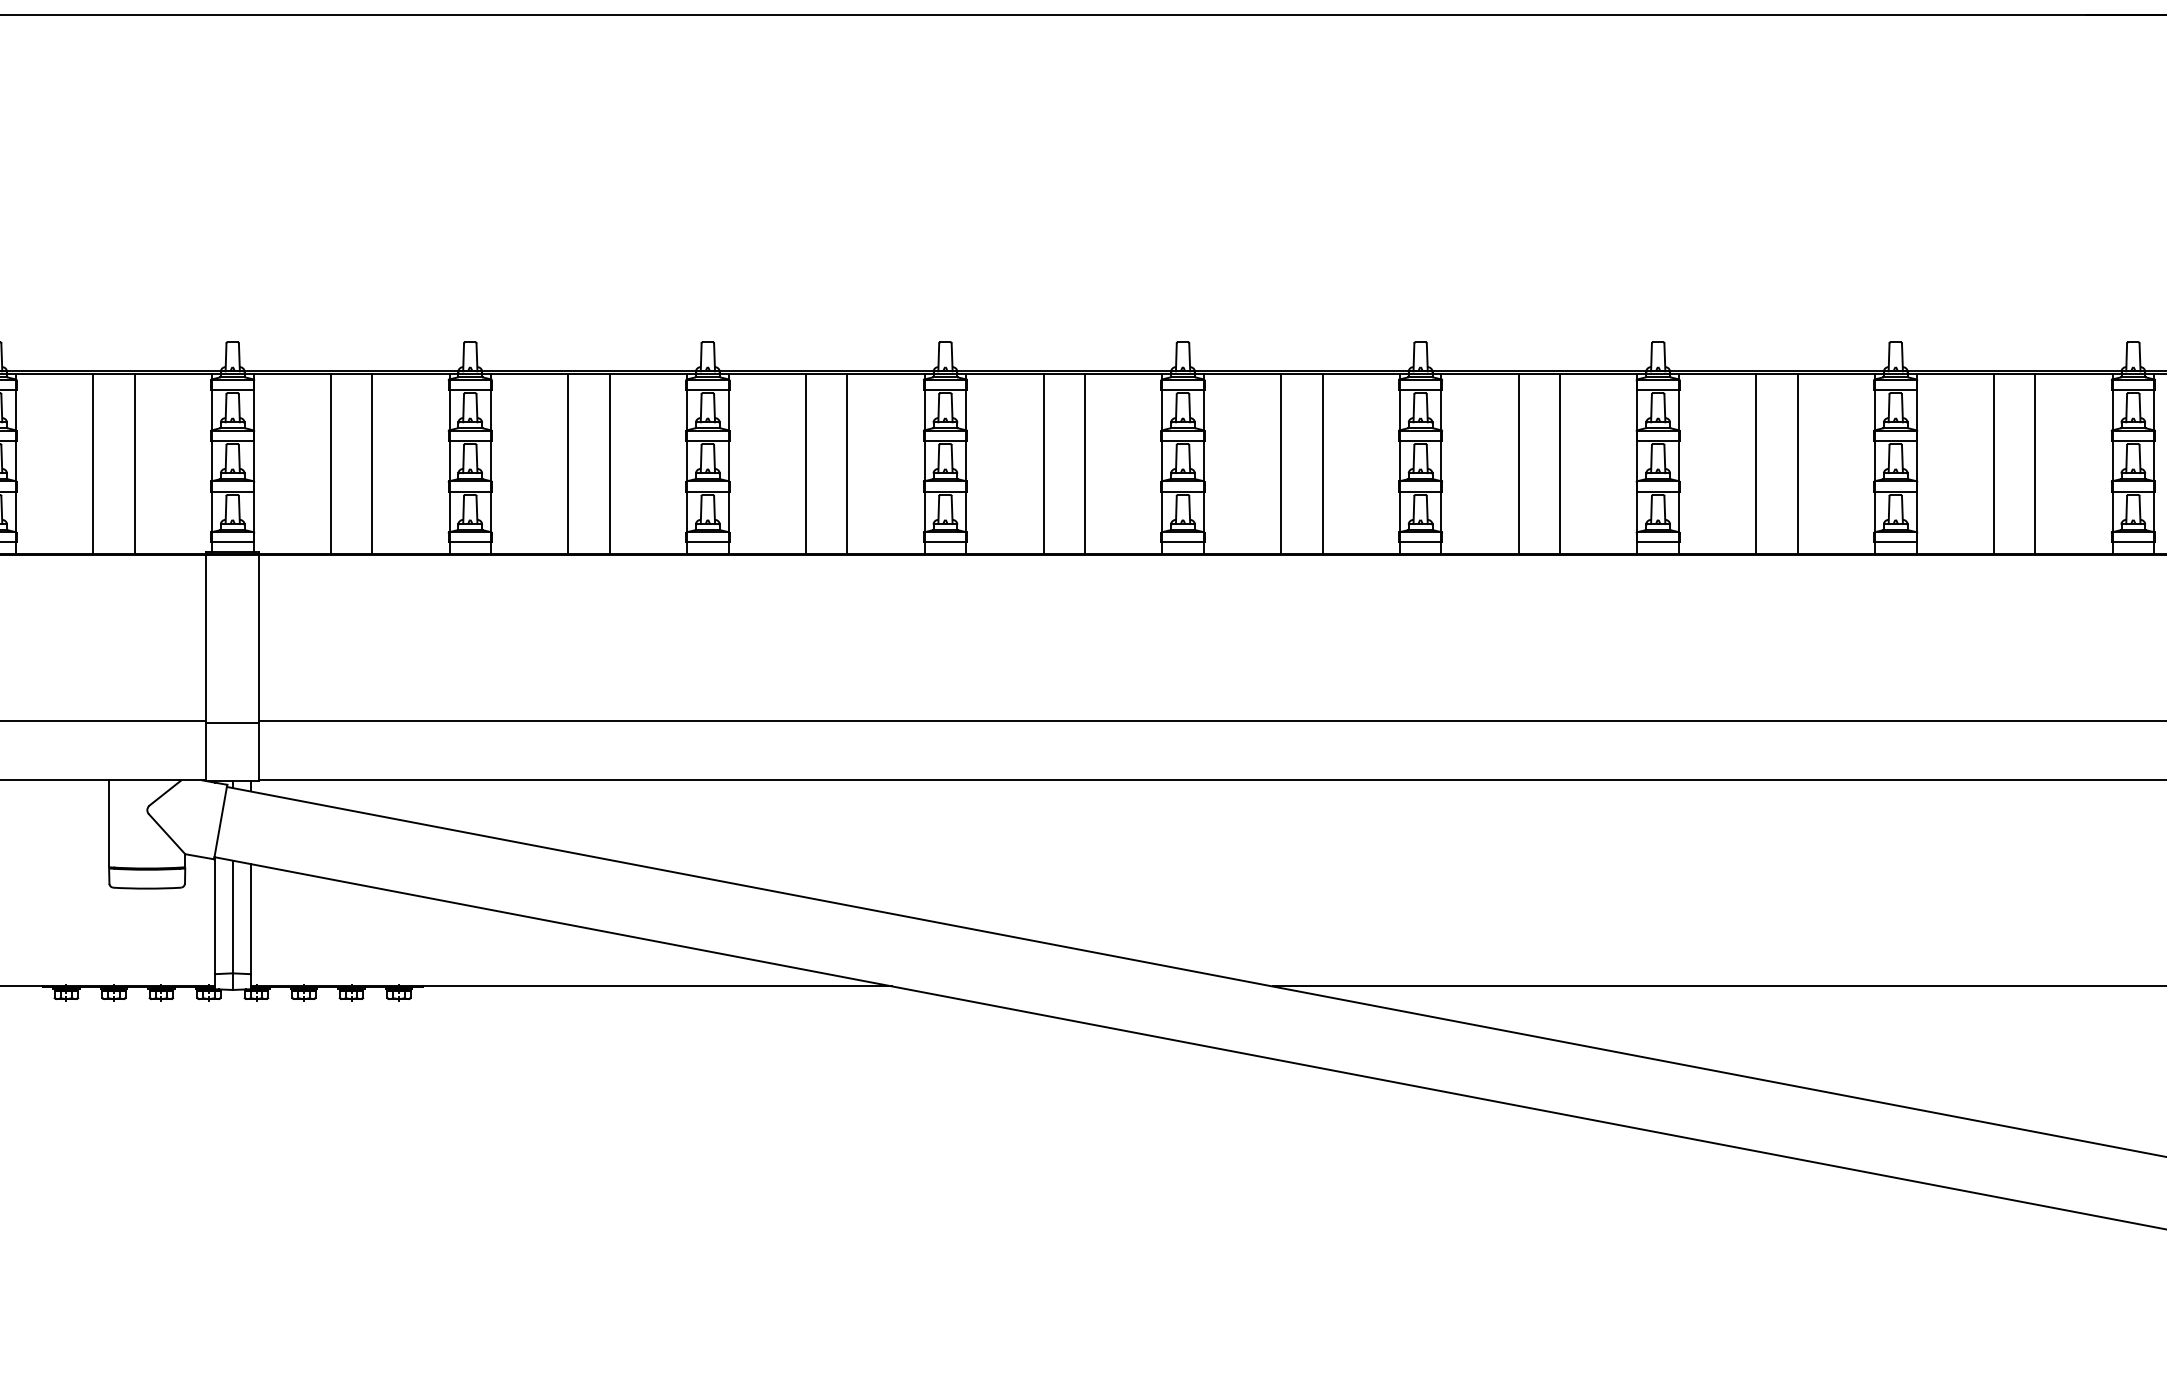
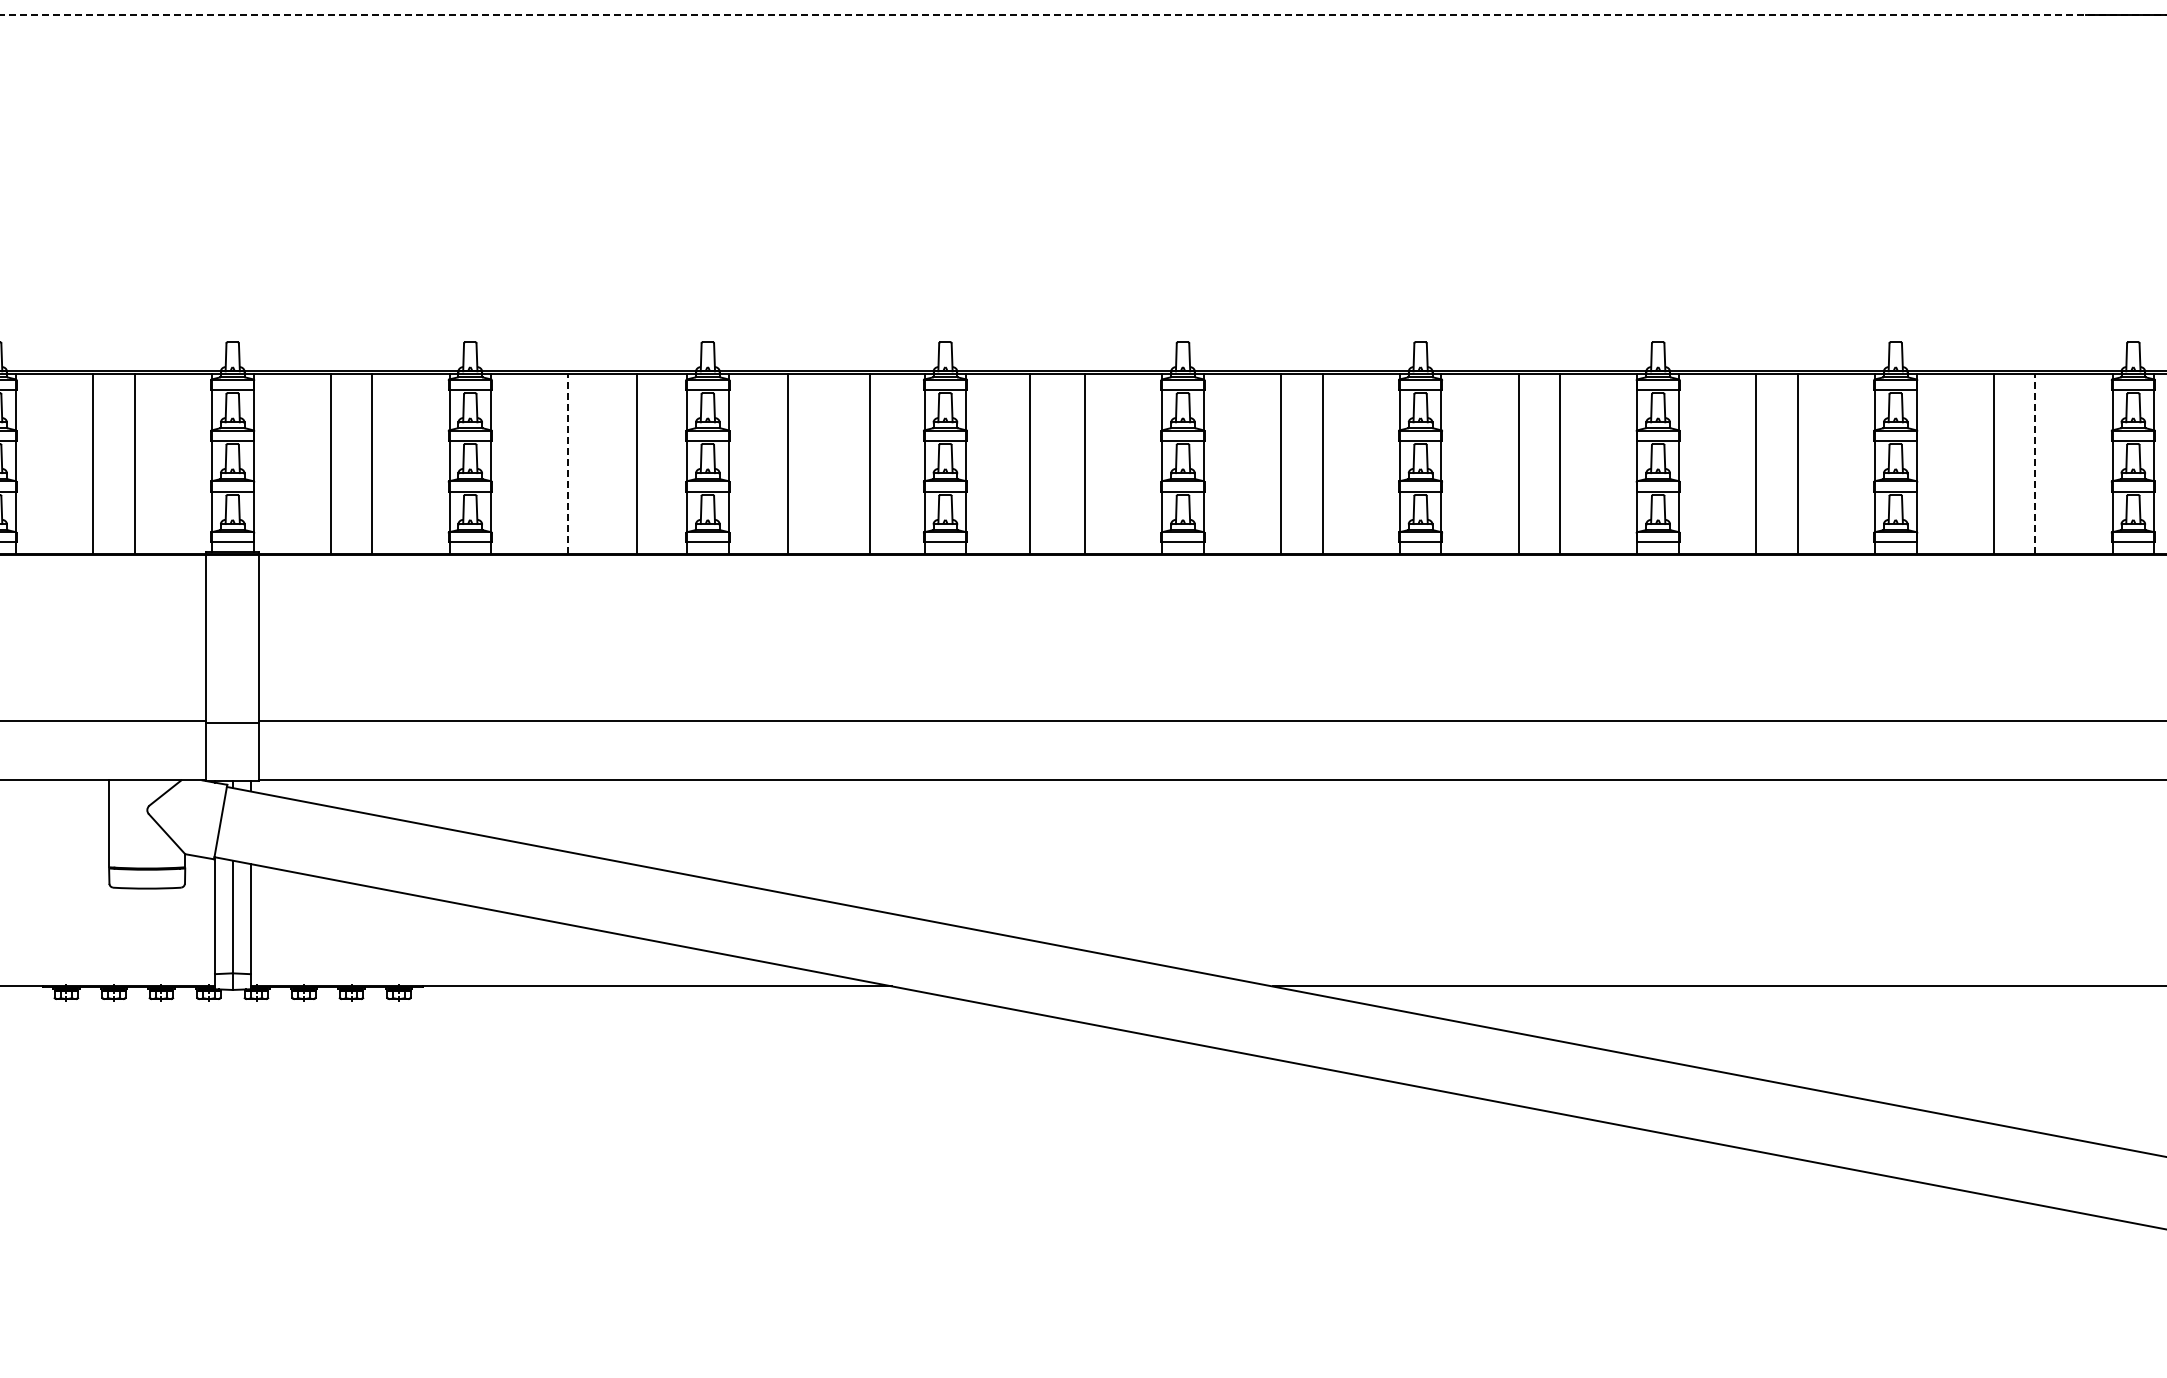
line at (1084, 14): solid -> dashed
line at (568, 463): solid -> dashed
line at (609, 463) position: (609, 463) -> (636, 463)
line at (805, 463) position: (805, 463) -> (787, 463)
line at (847, 463) position: (847, 463) -> (870, 463)
line at (1043, 463) position: (1043, 463) -> (1029, 463)
line at (2035, 463): solid -> dashed
